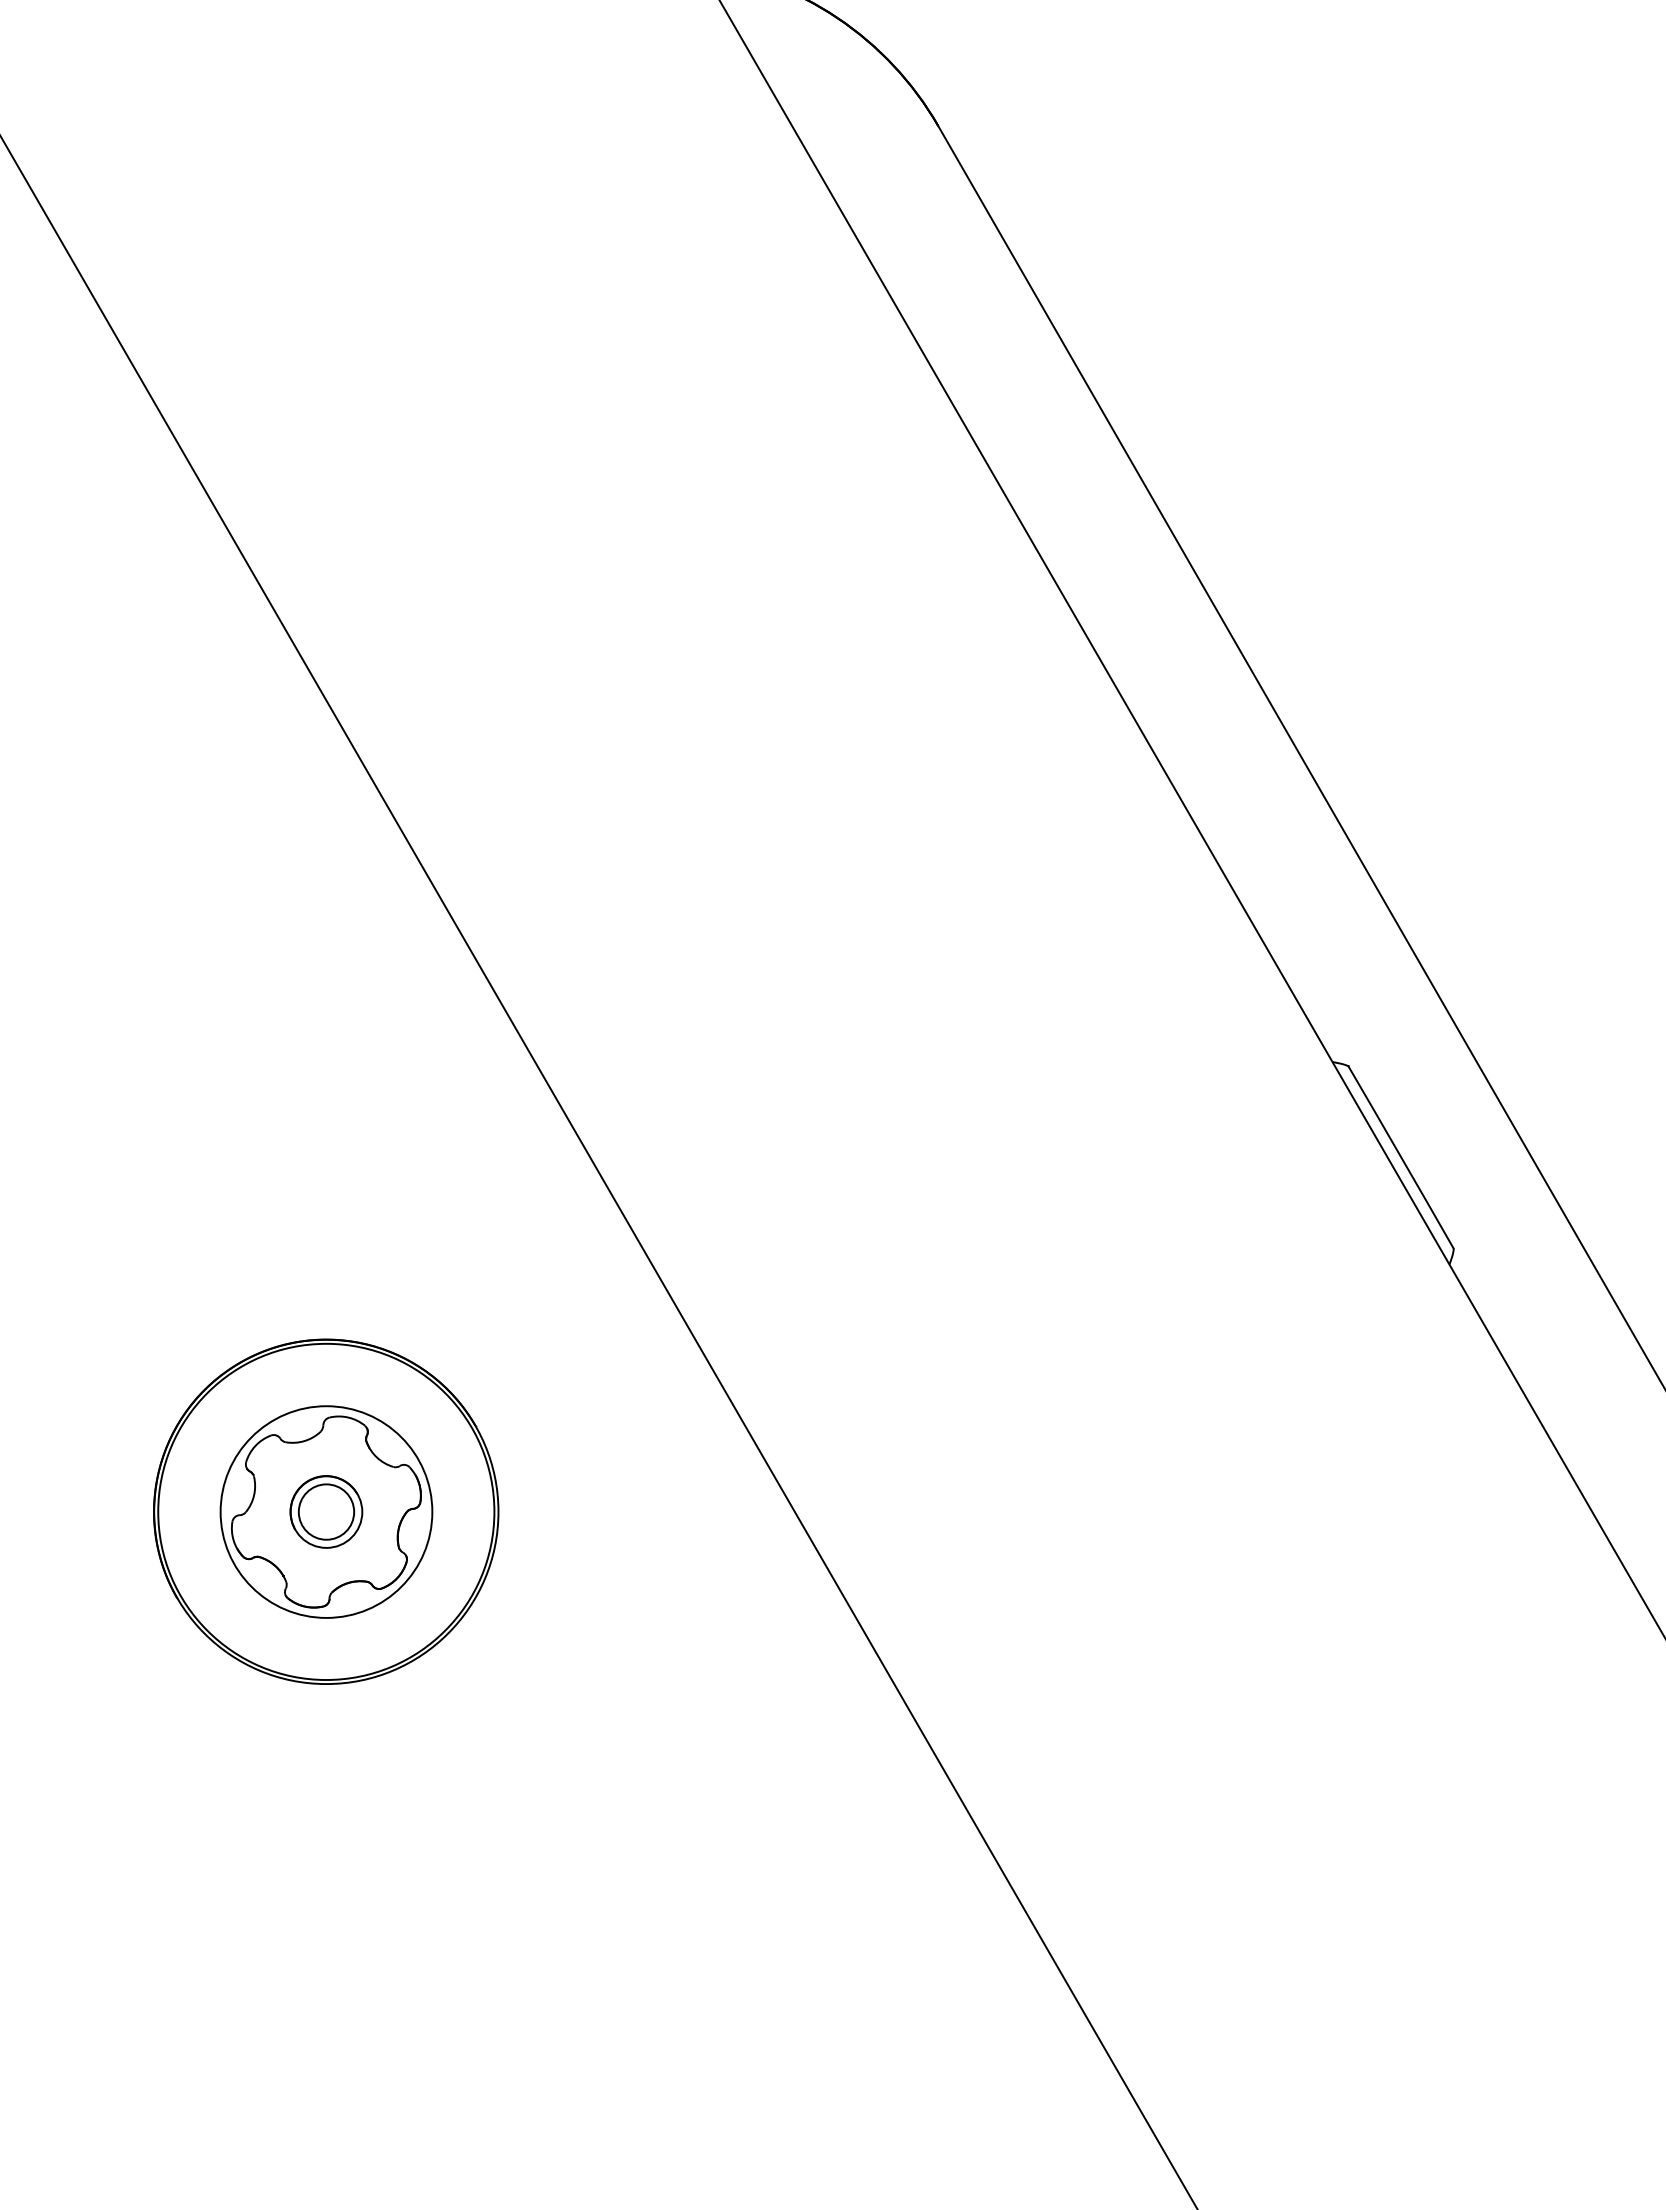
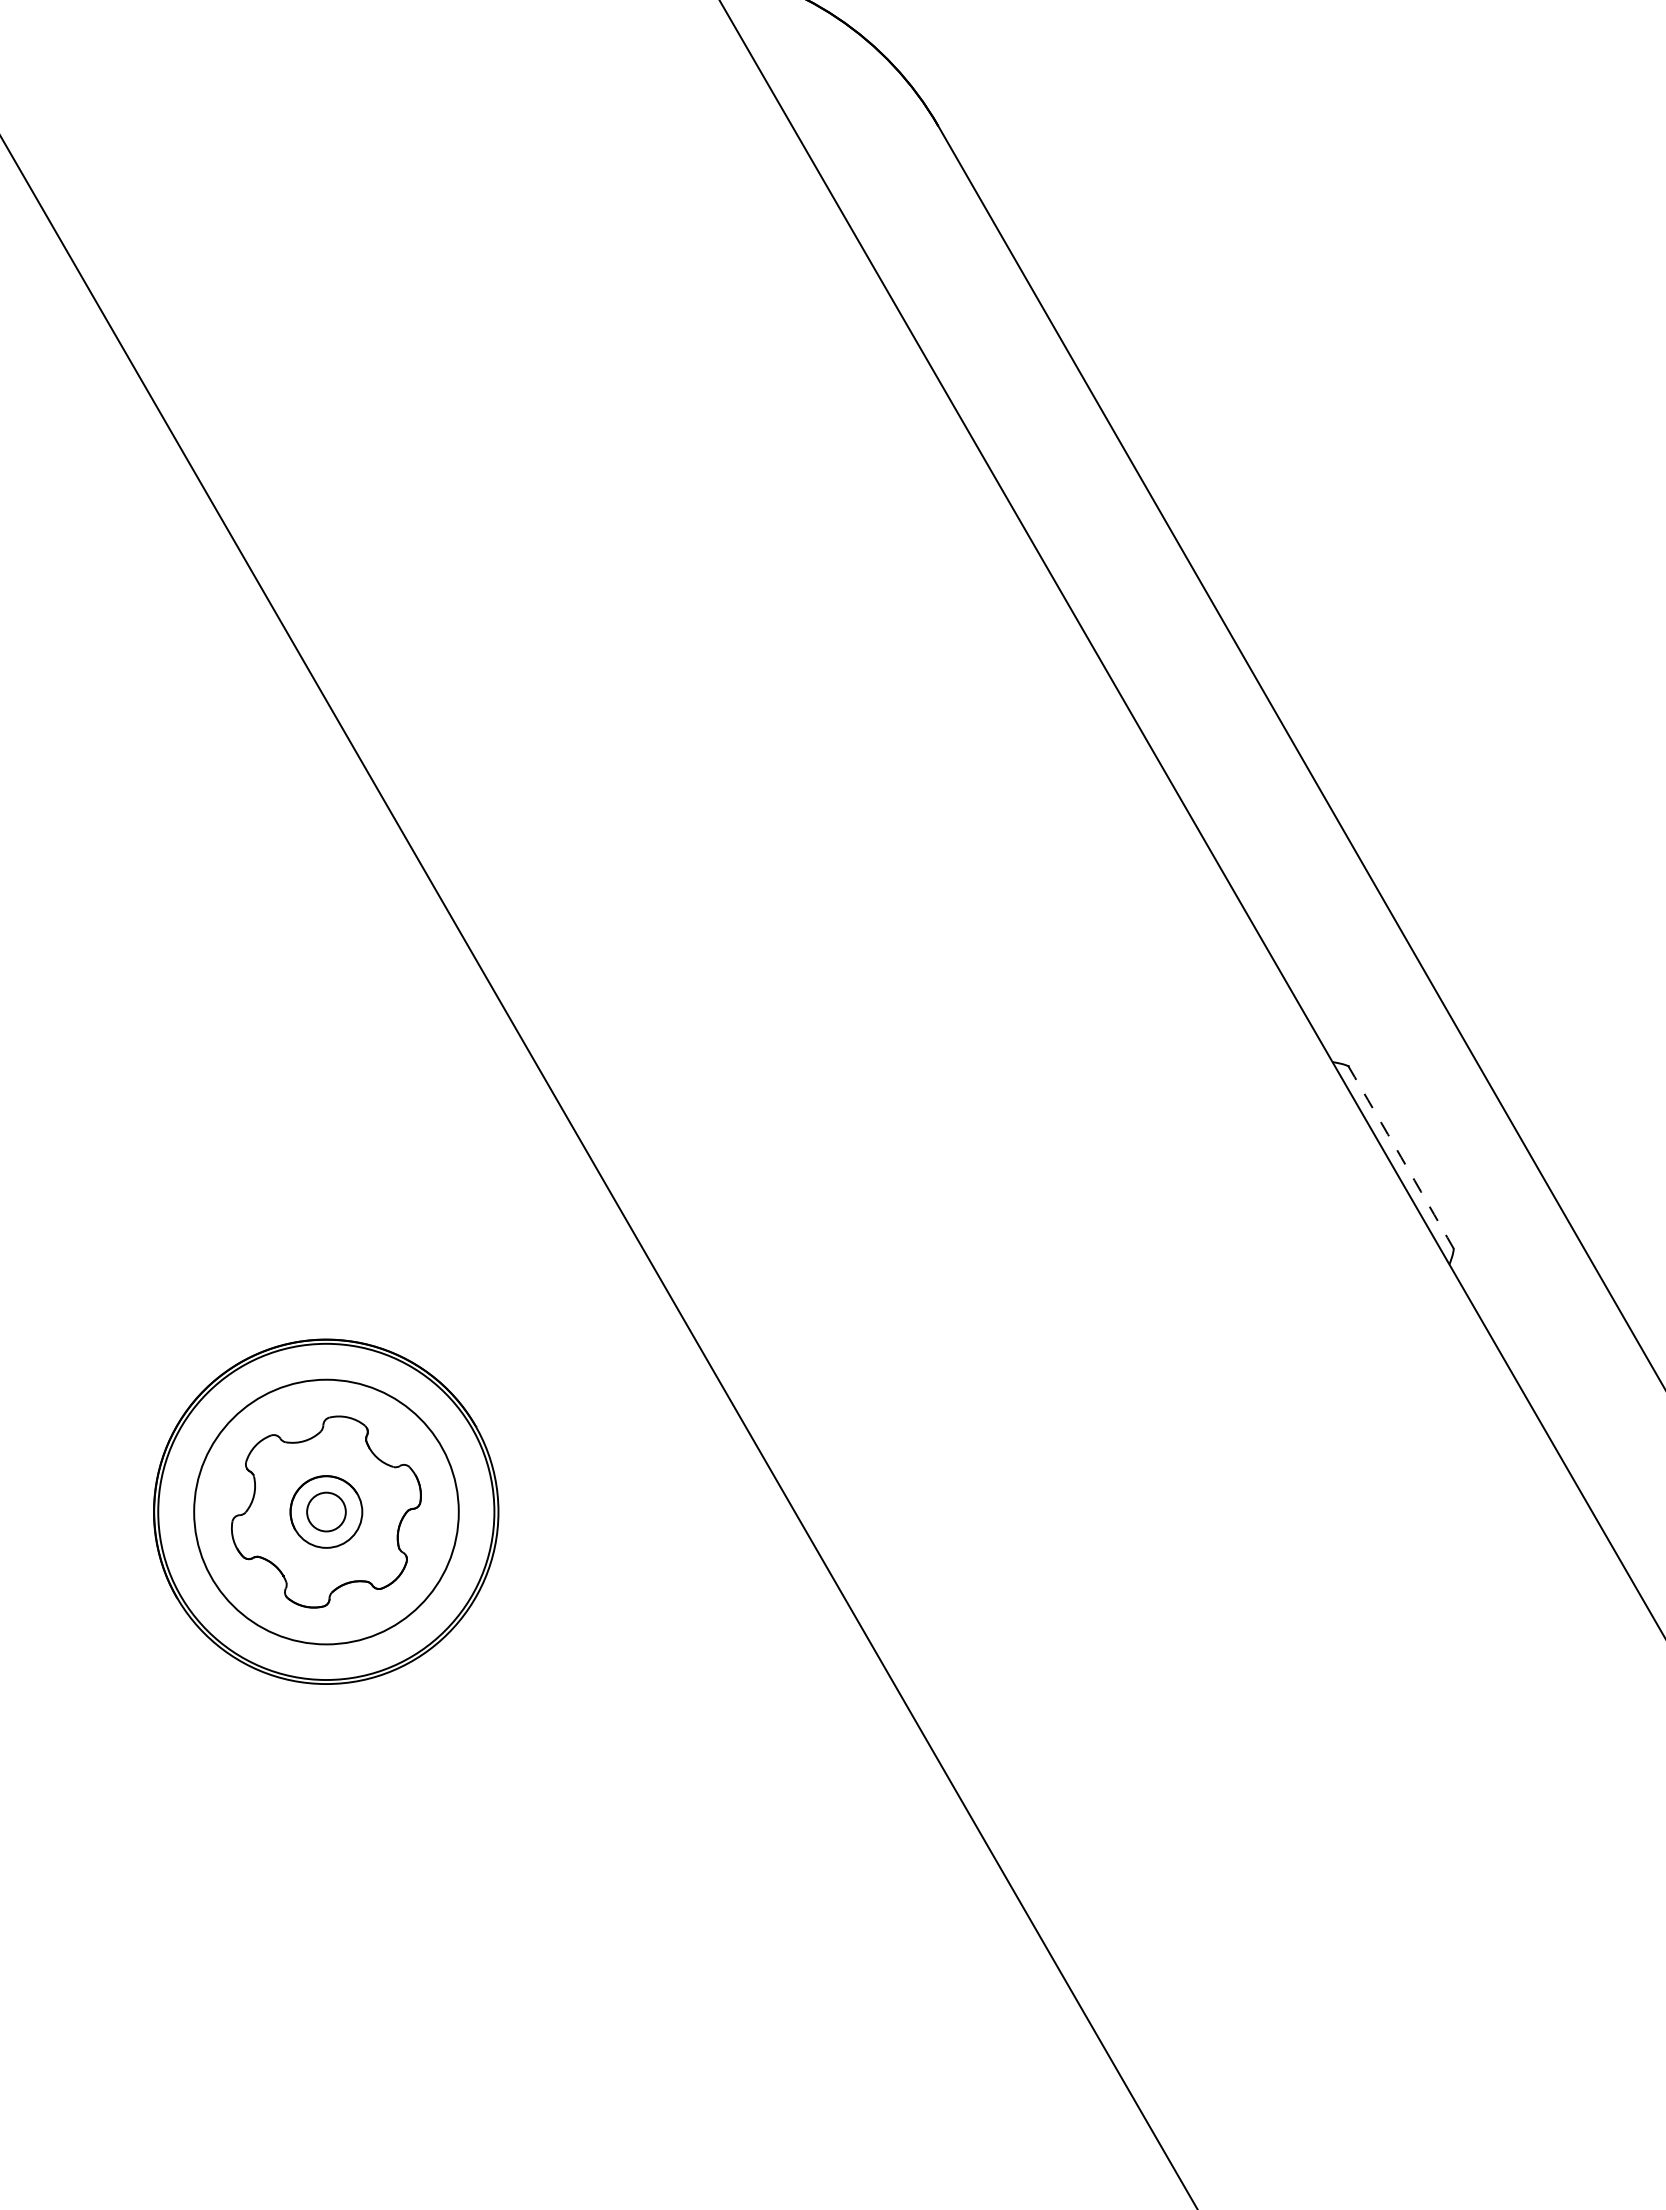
arc at (1401, 1157): solid -> dashed
circle at (326, 1511) diameter: 212 px -> 265 px
circle at (326, 1511) diameter: 55 px -> 39 px
